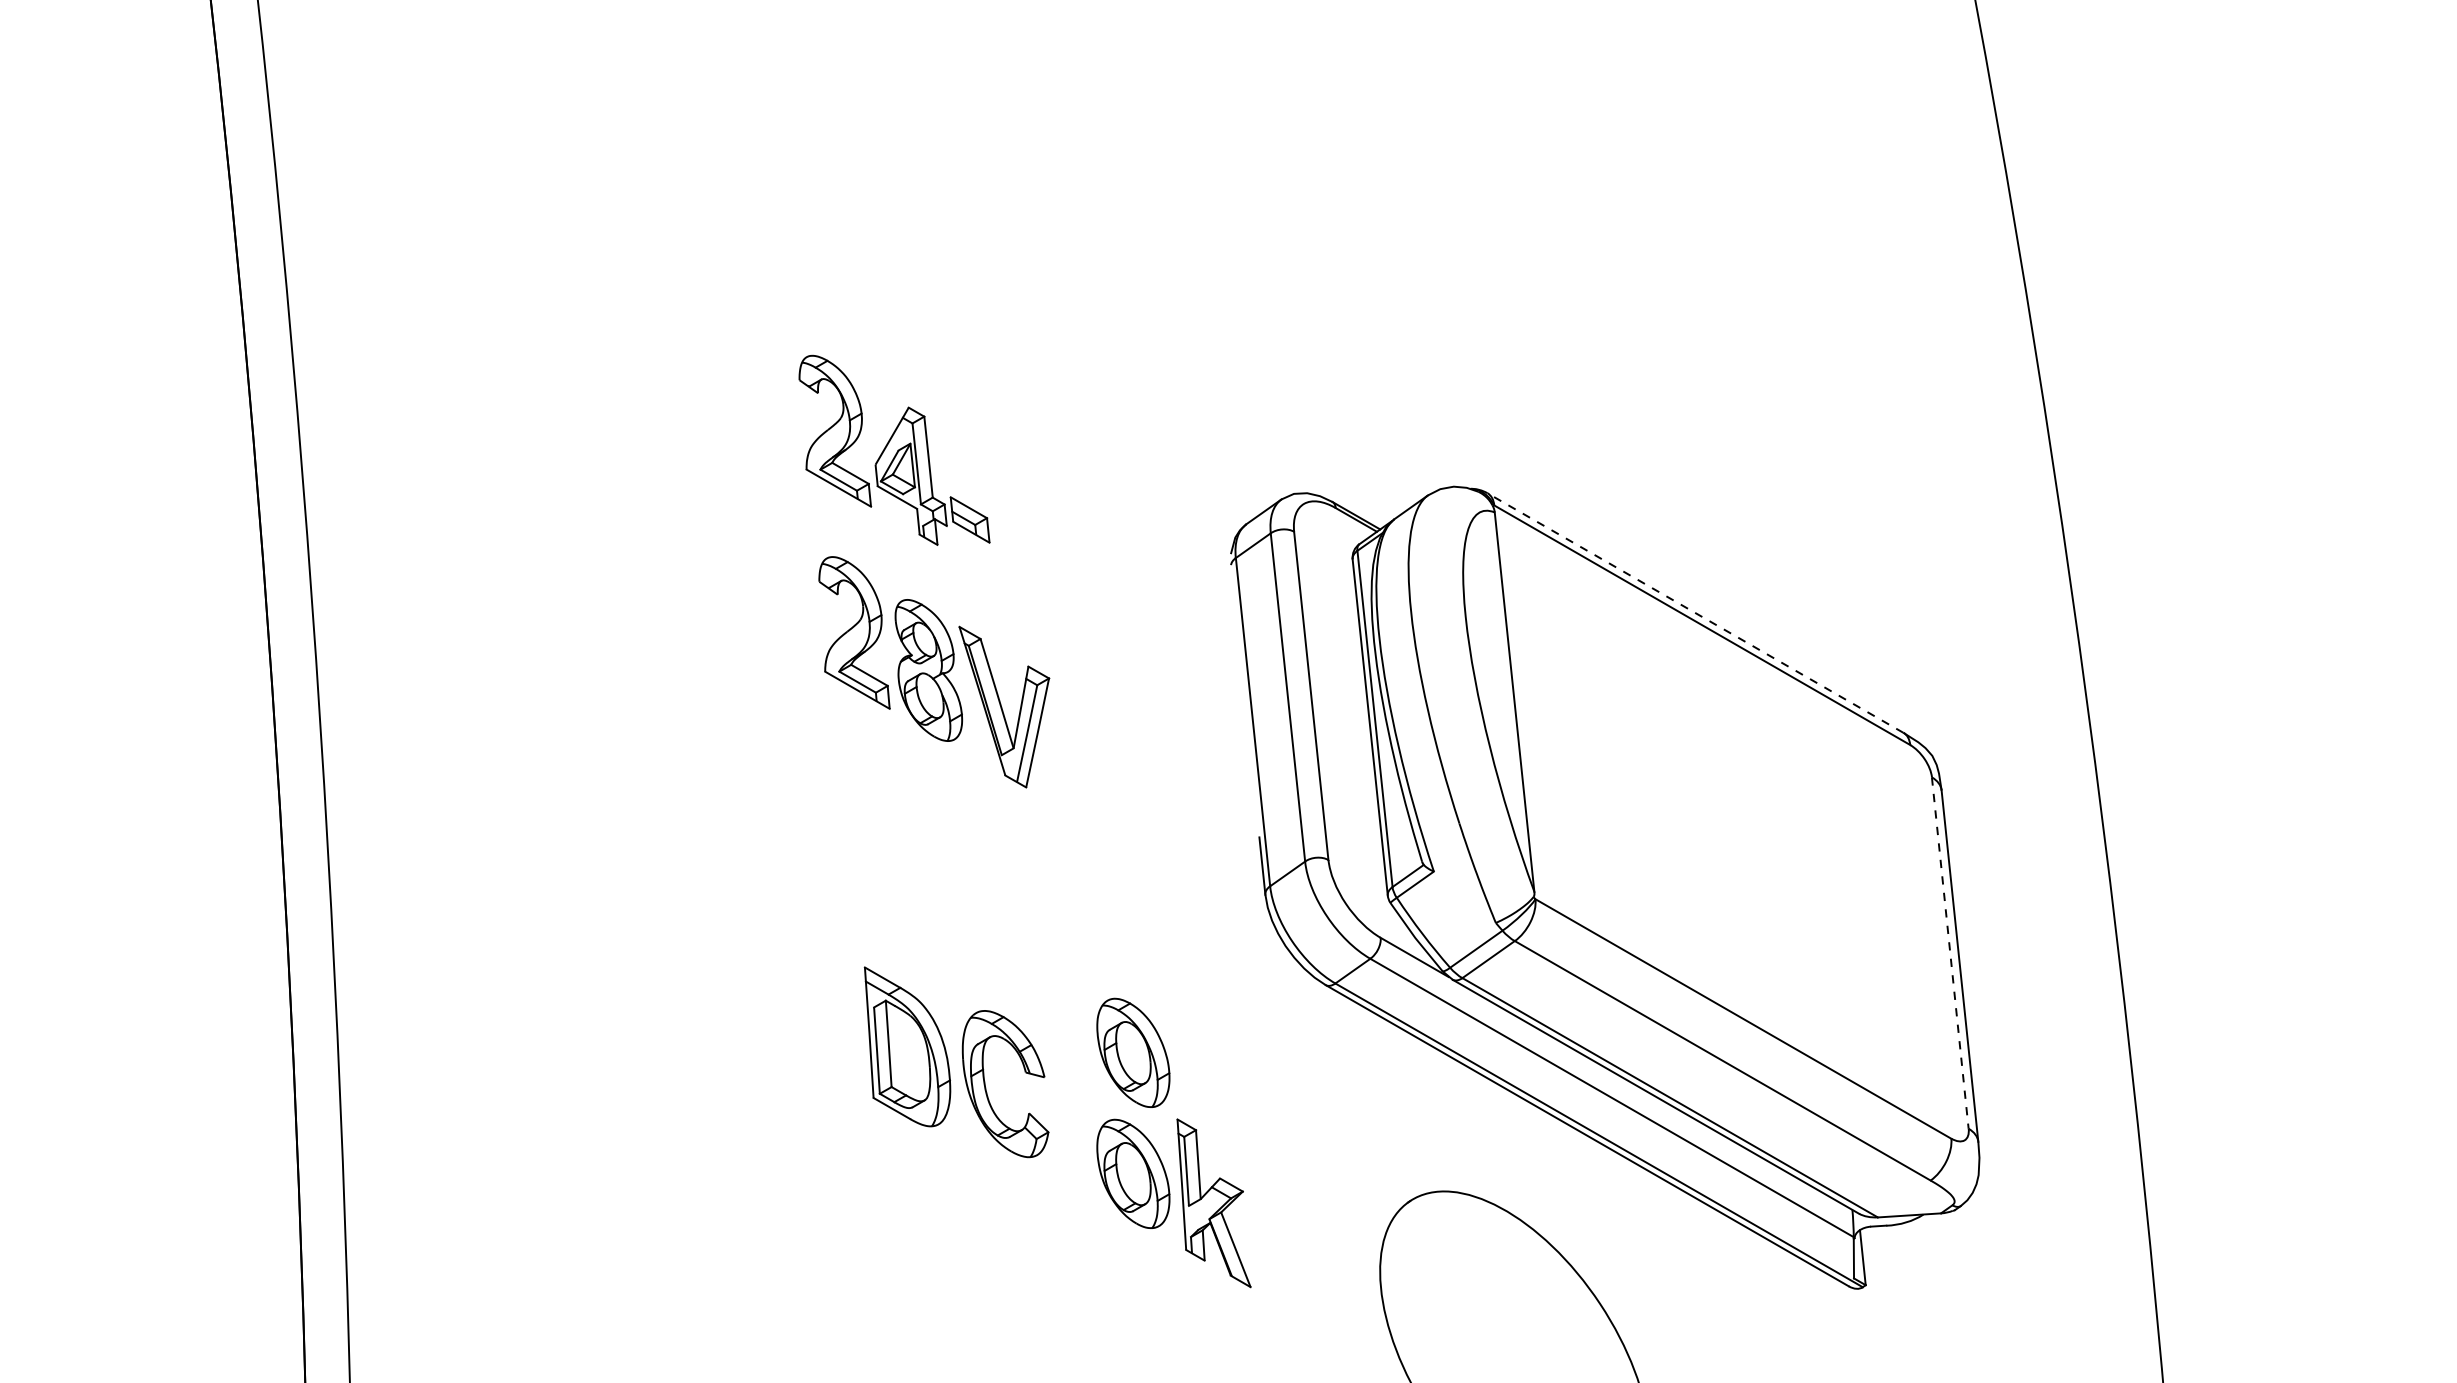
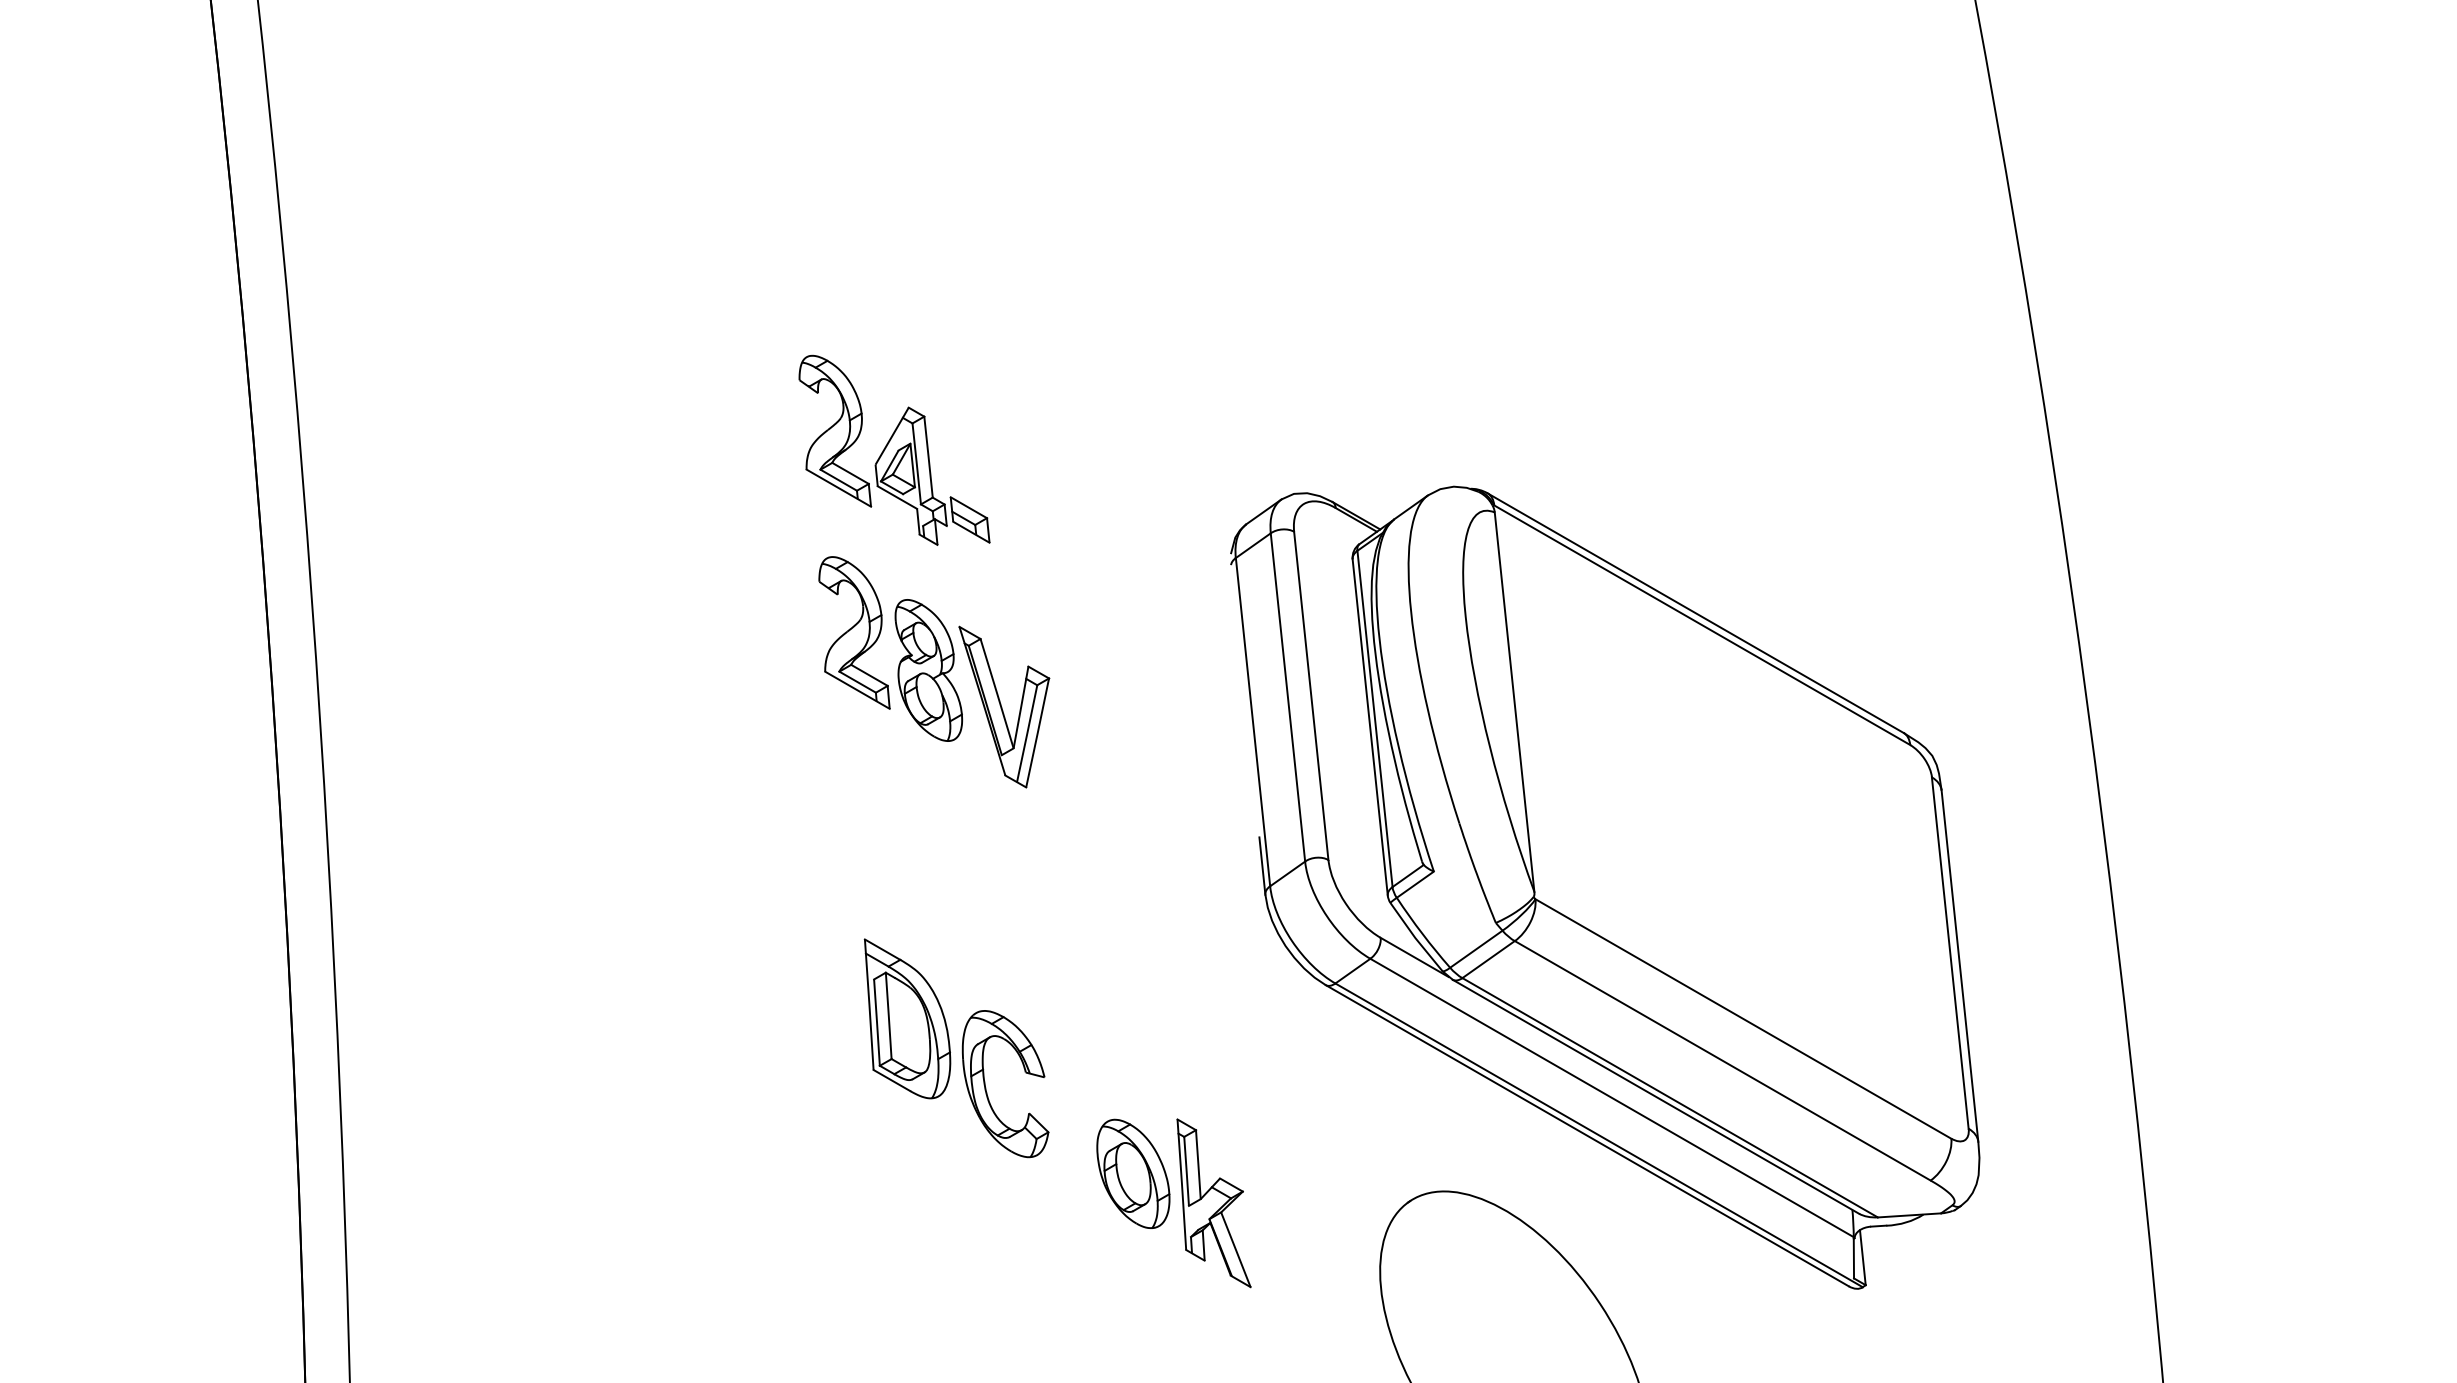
line at (1695, 613): dashed -> solid
line at (1950, 953): dashed -> solid
part at (907, 1046) position: (907, 1046) -> (907, 1018)
part at (1133, 1052): present -> none
